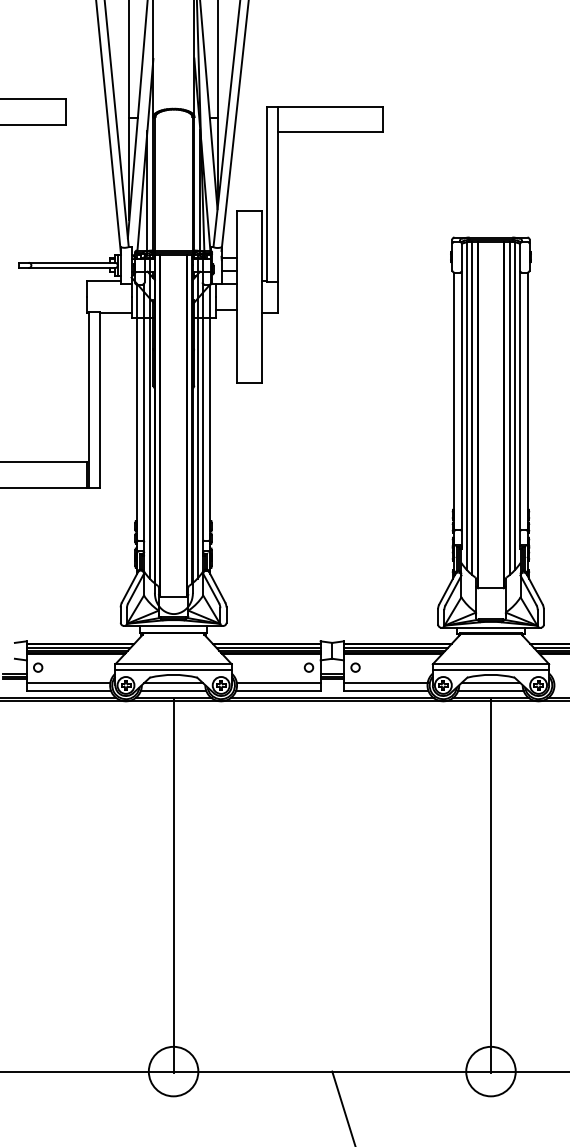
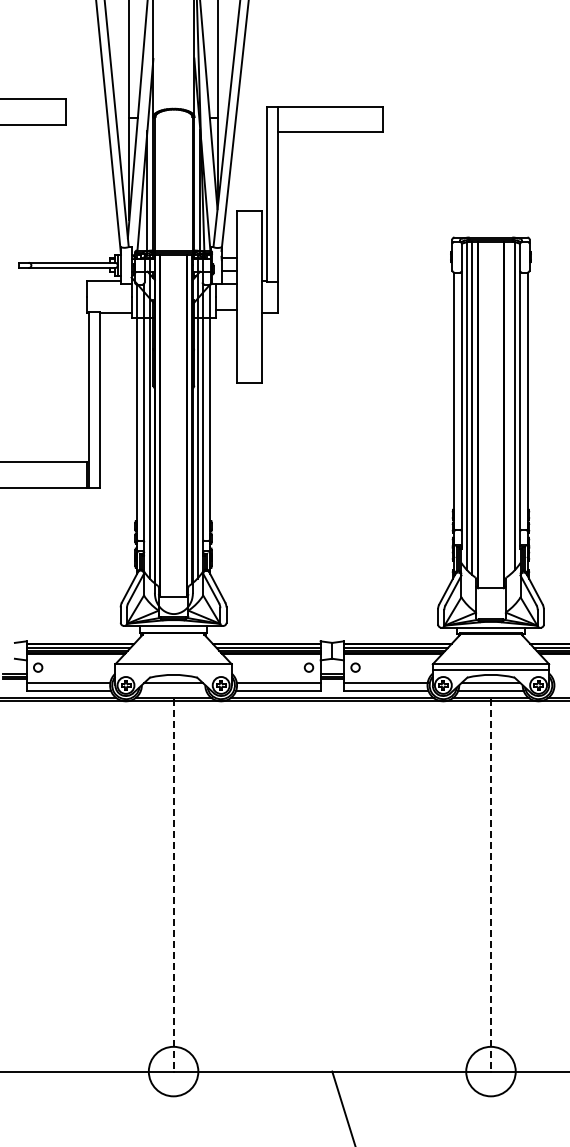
line at (509, 408): present -> none
line at (173, 669): present -> none
line at (173, 690): present -> none
line at (173, 885): solid -> dashed
line at (490, 885): solid -> dashed
